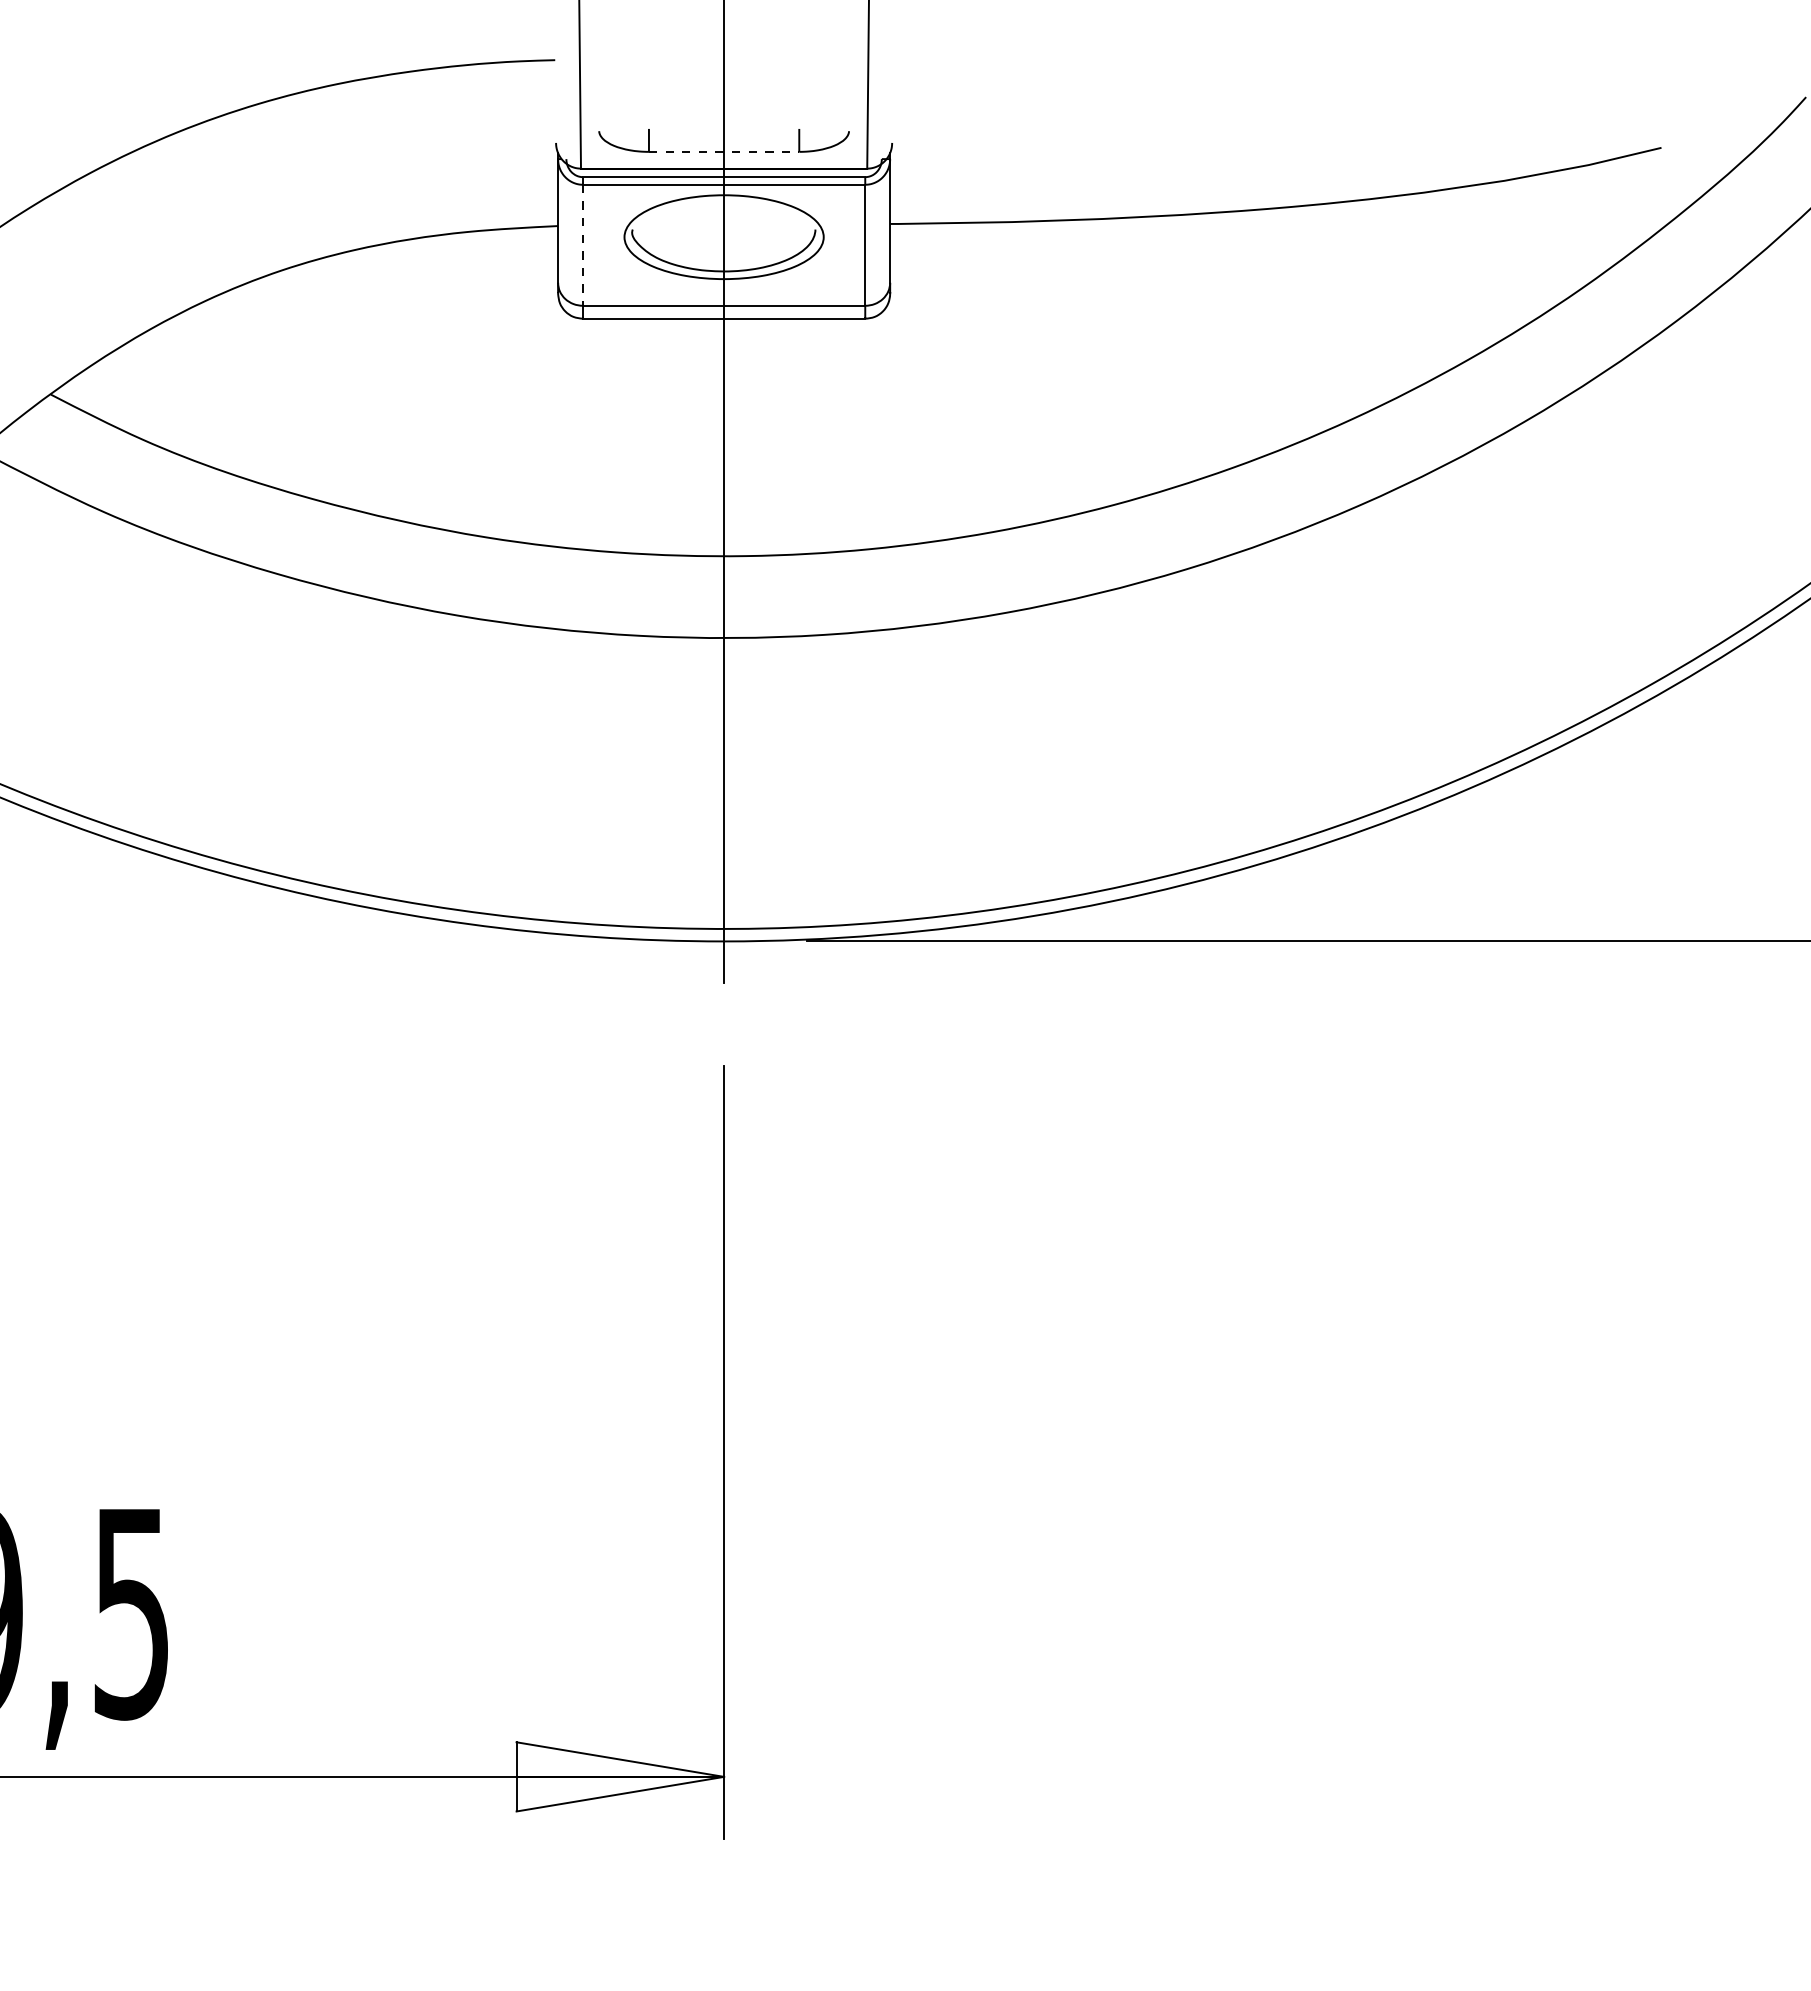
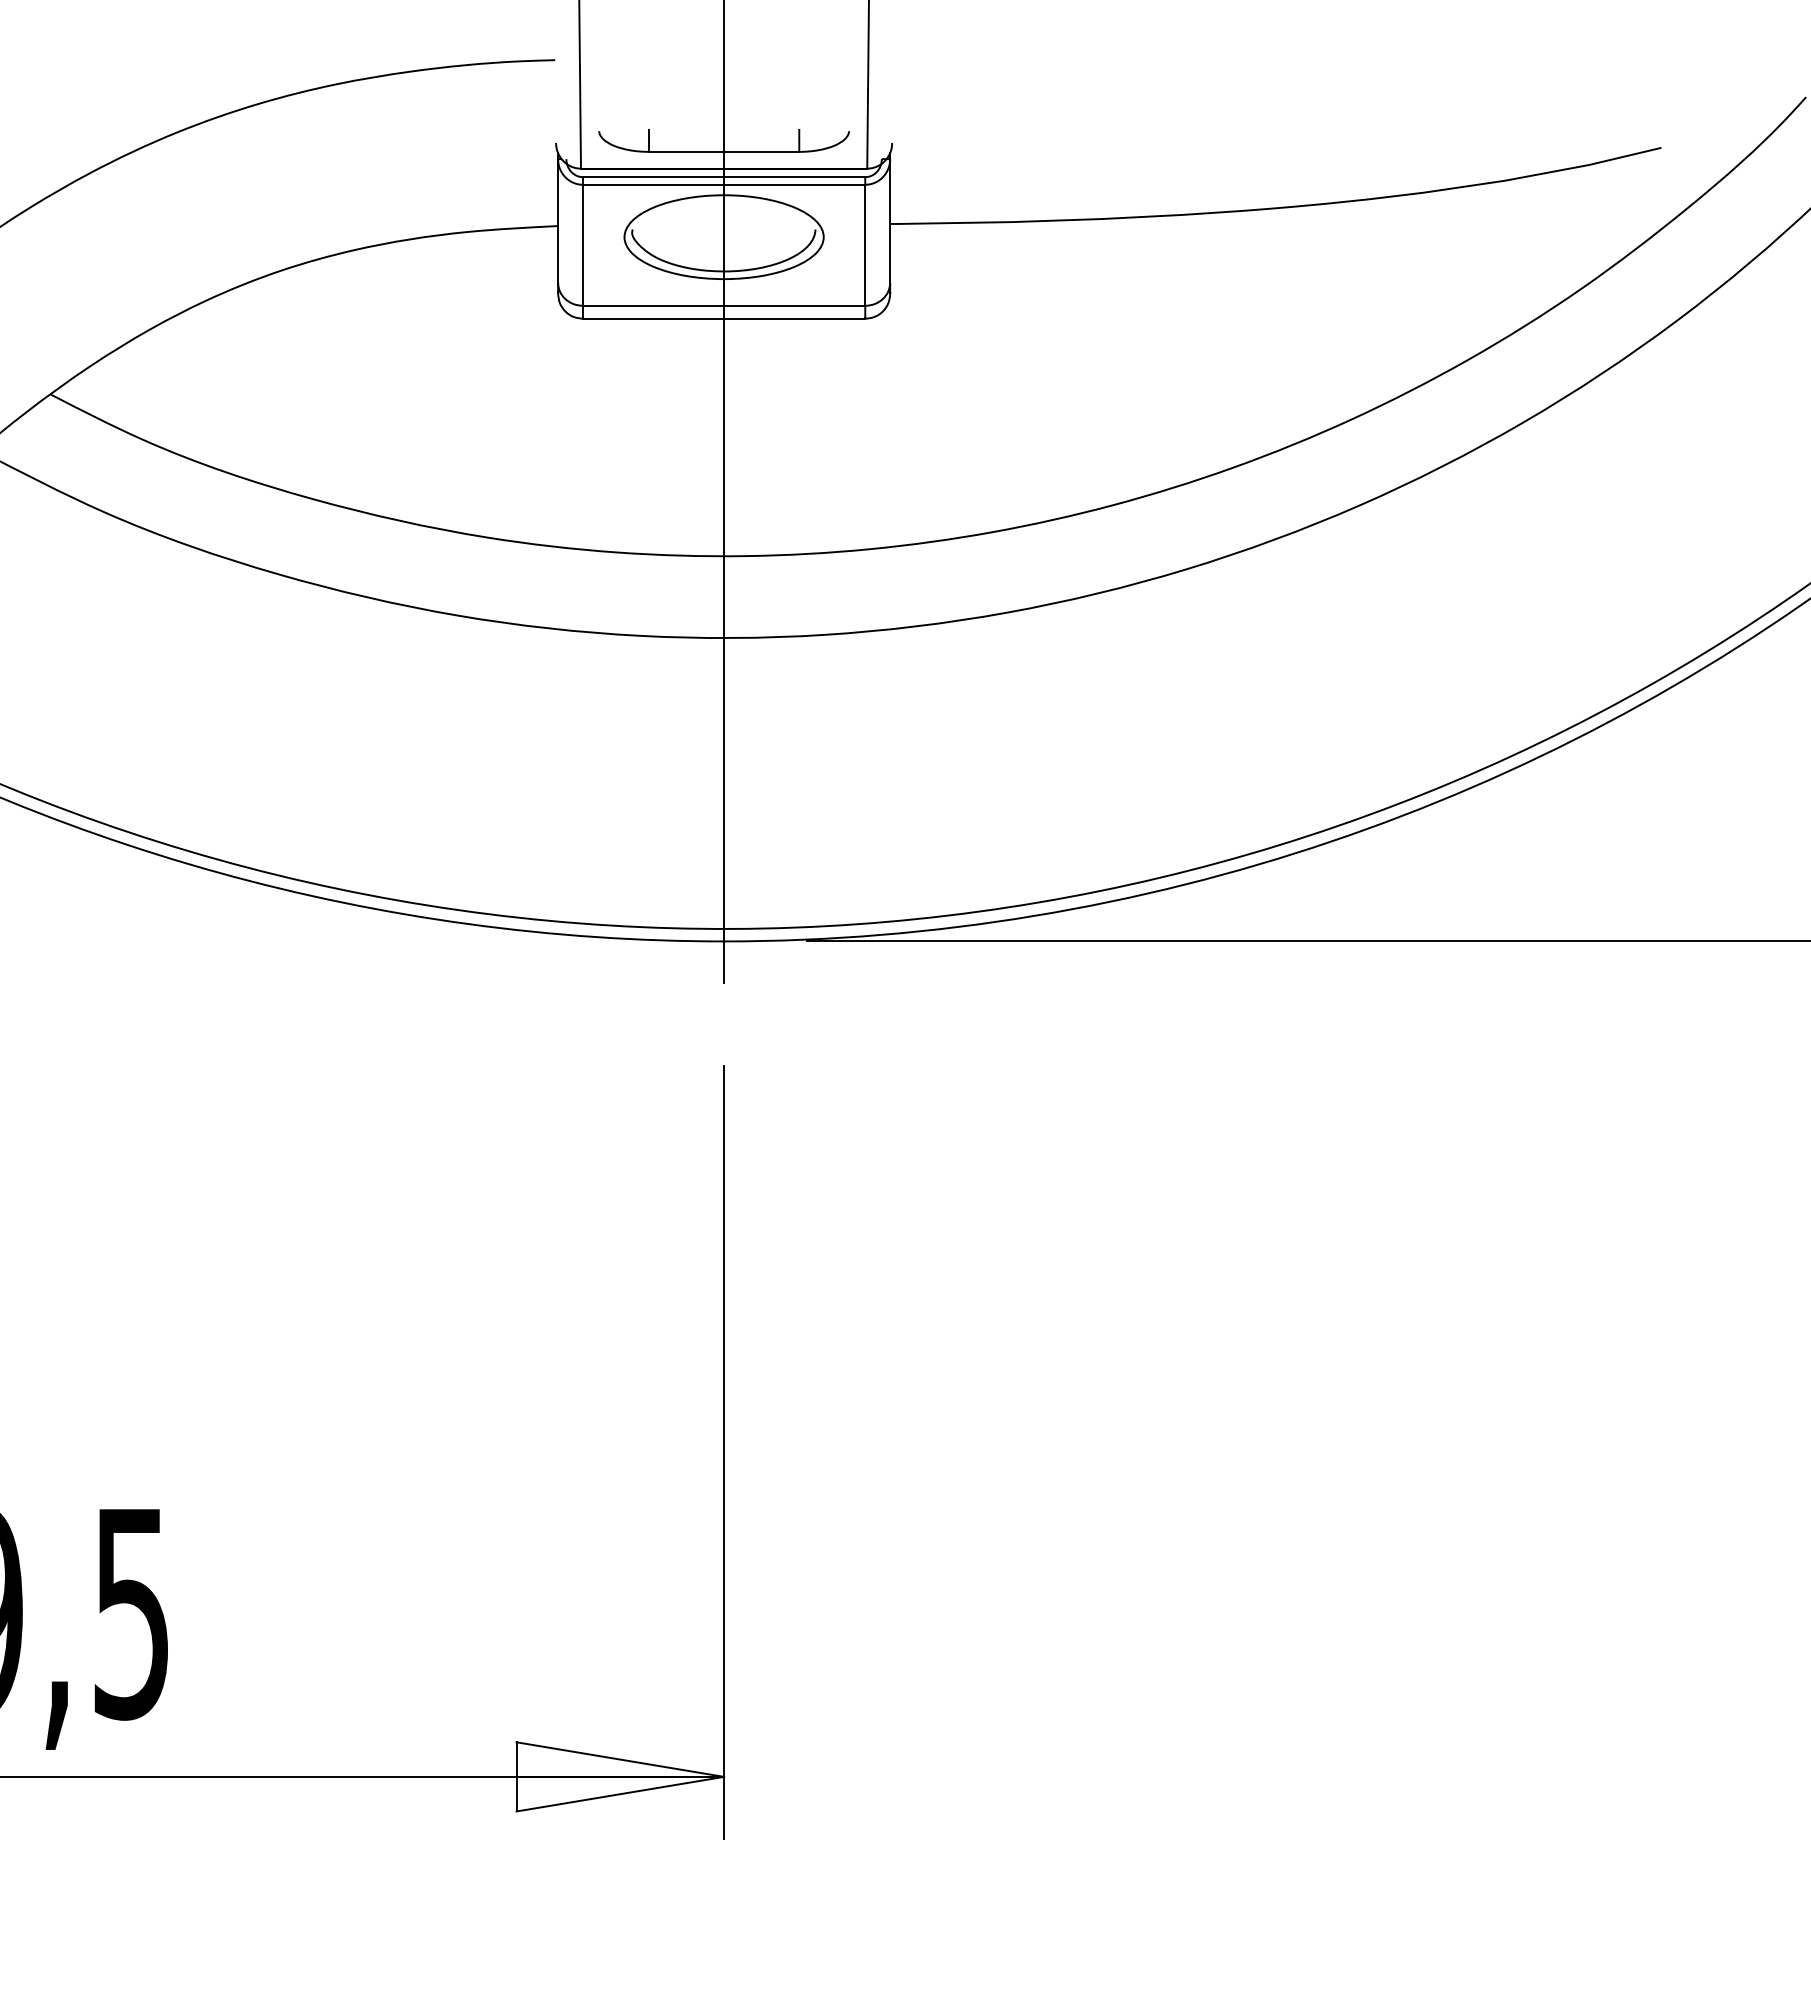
line at (724, 151): dashed -> solid
line at (583, 245): dashed -> solid
